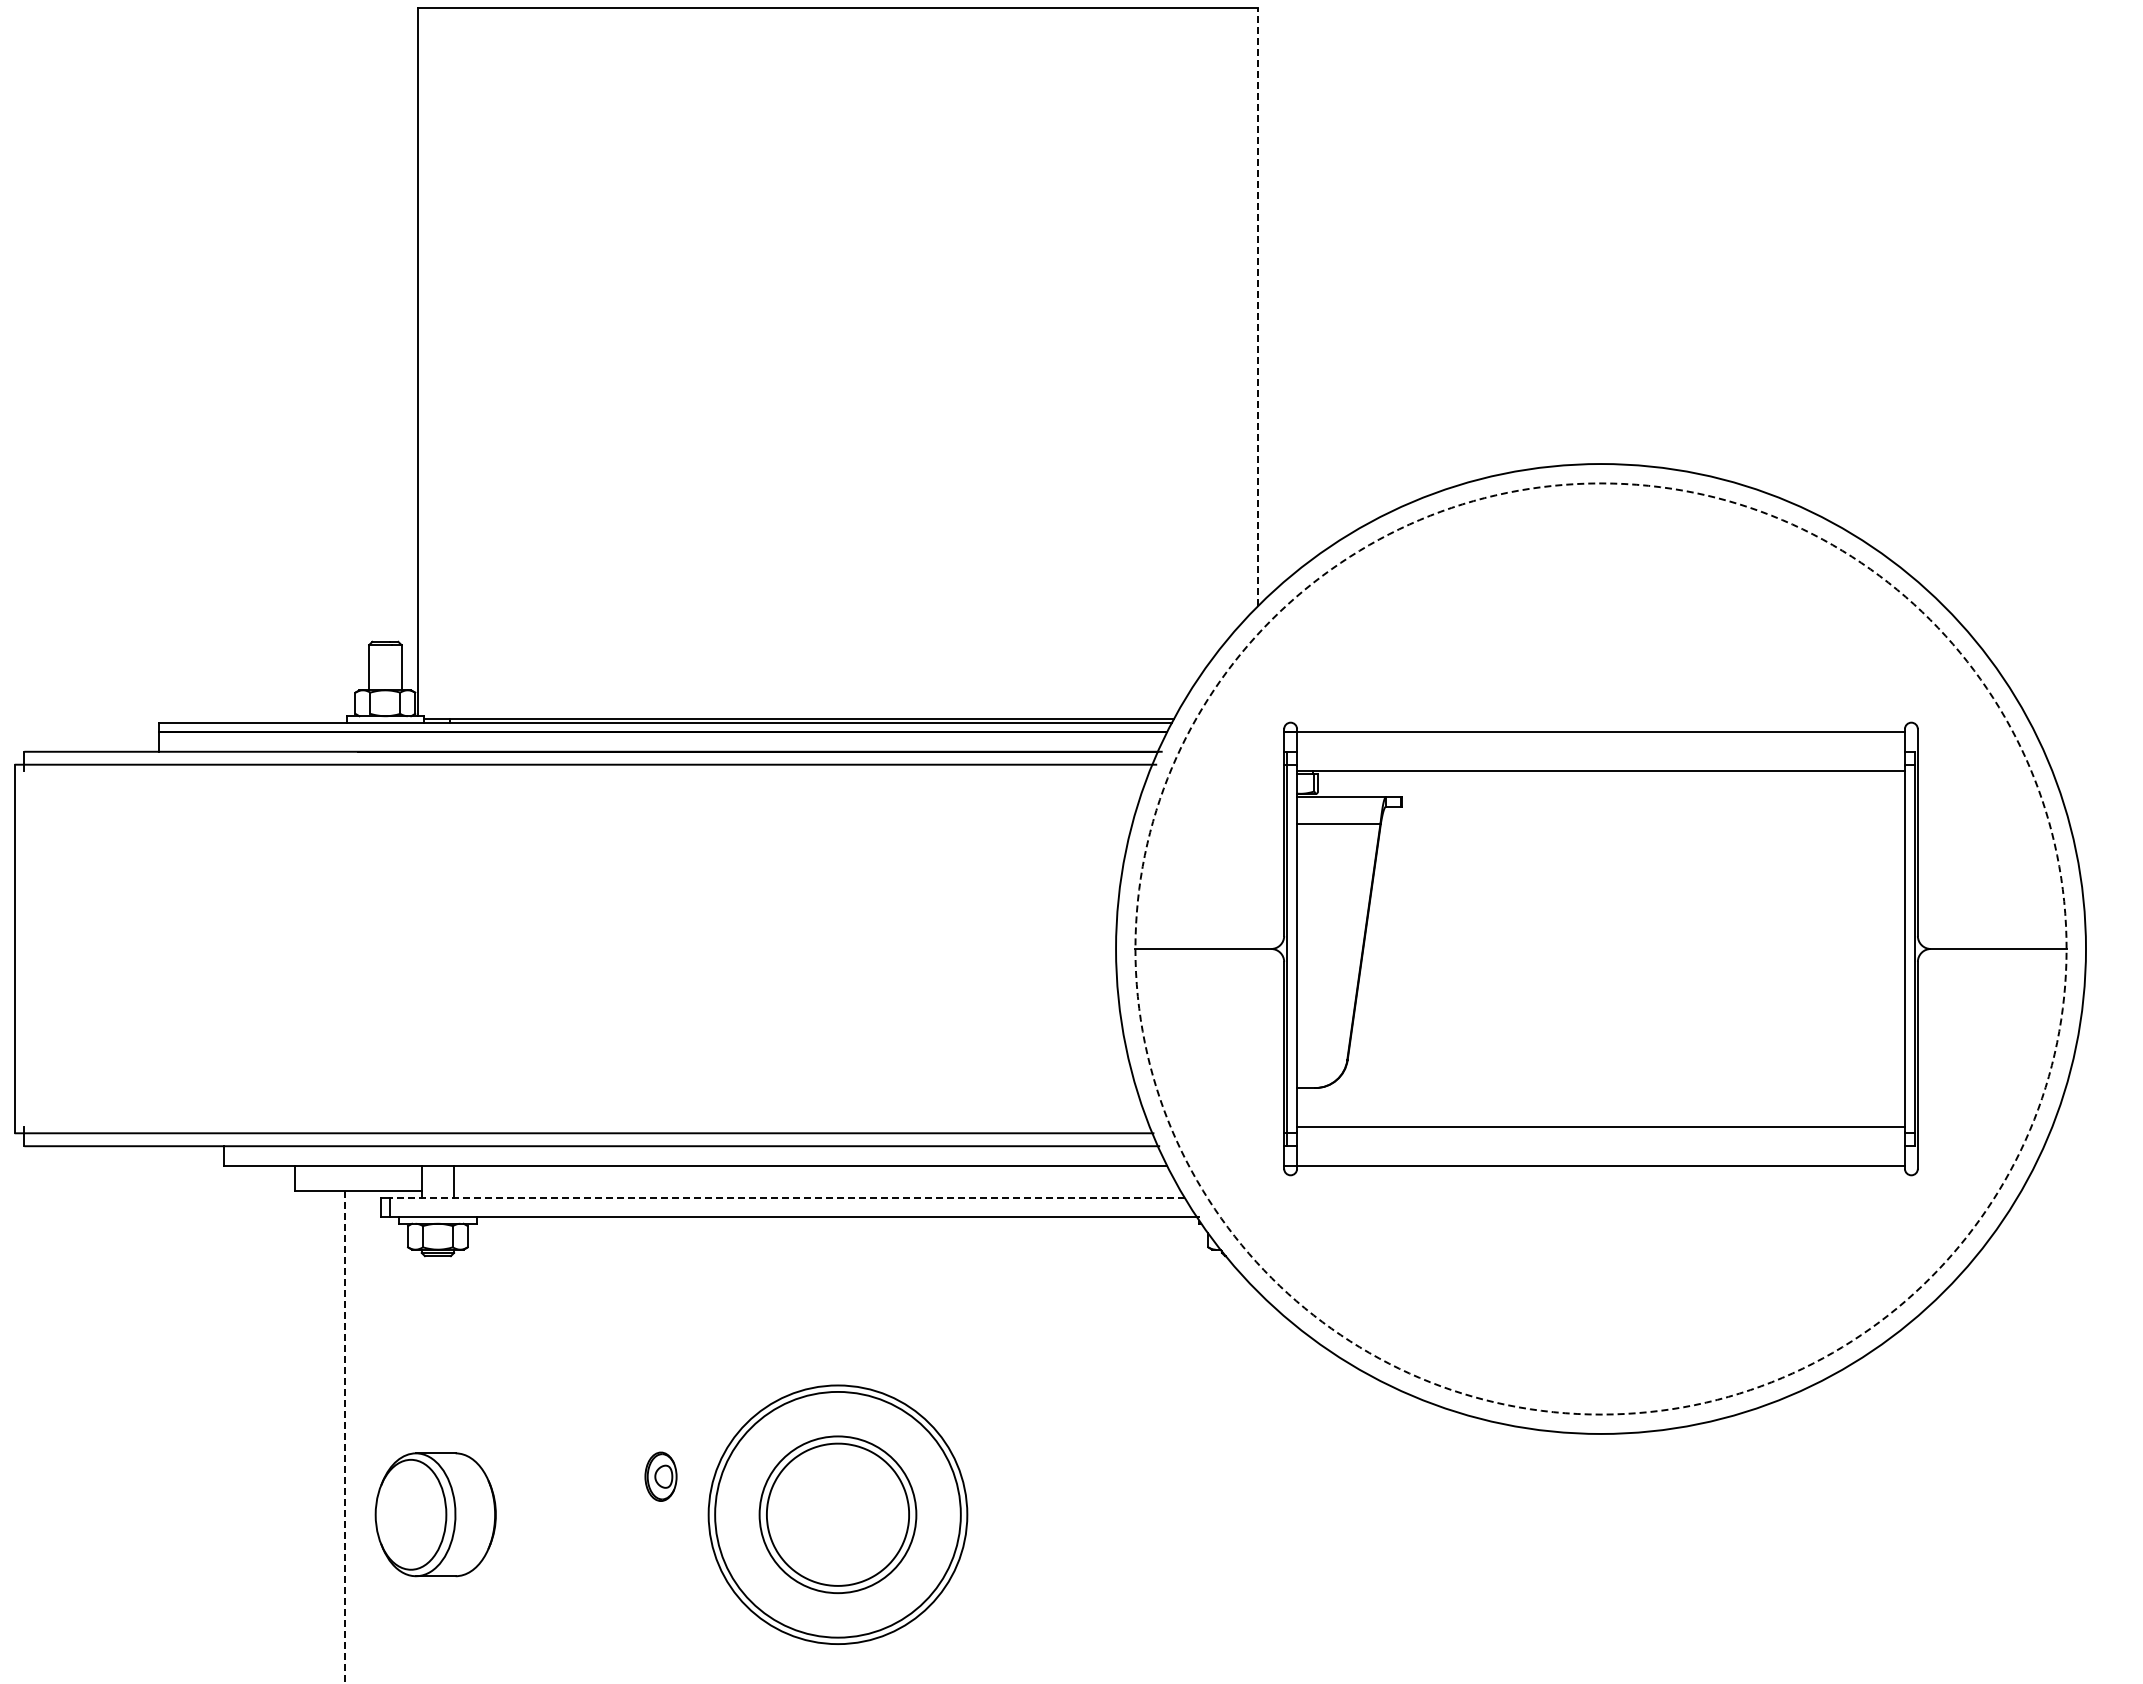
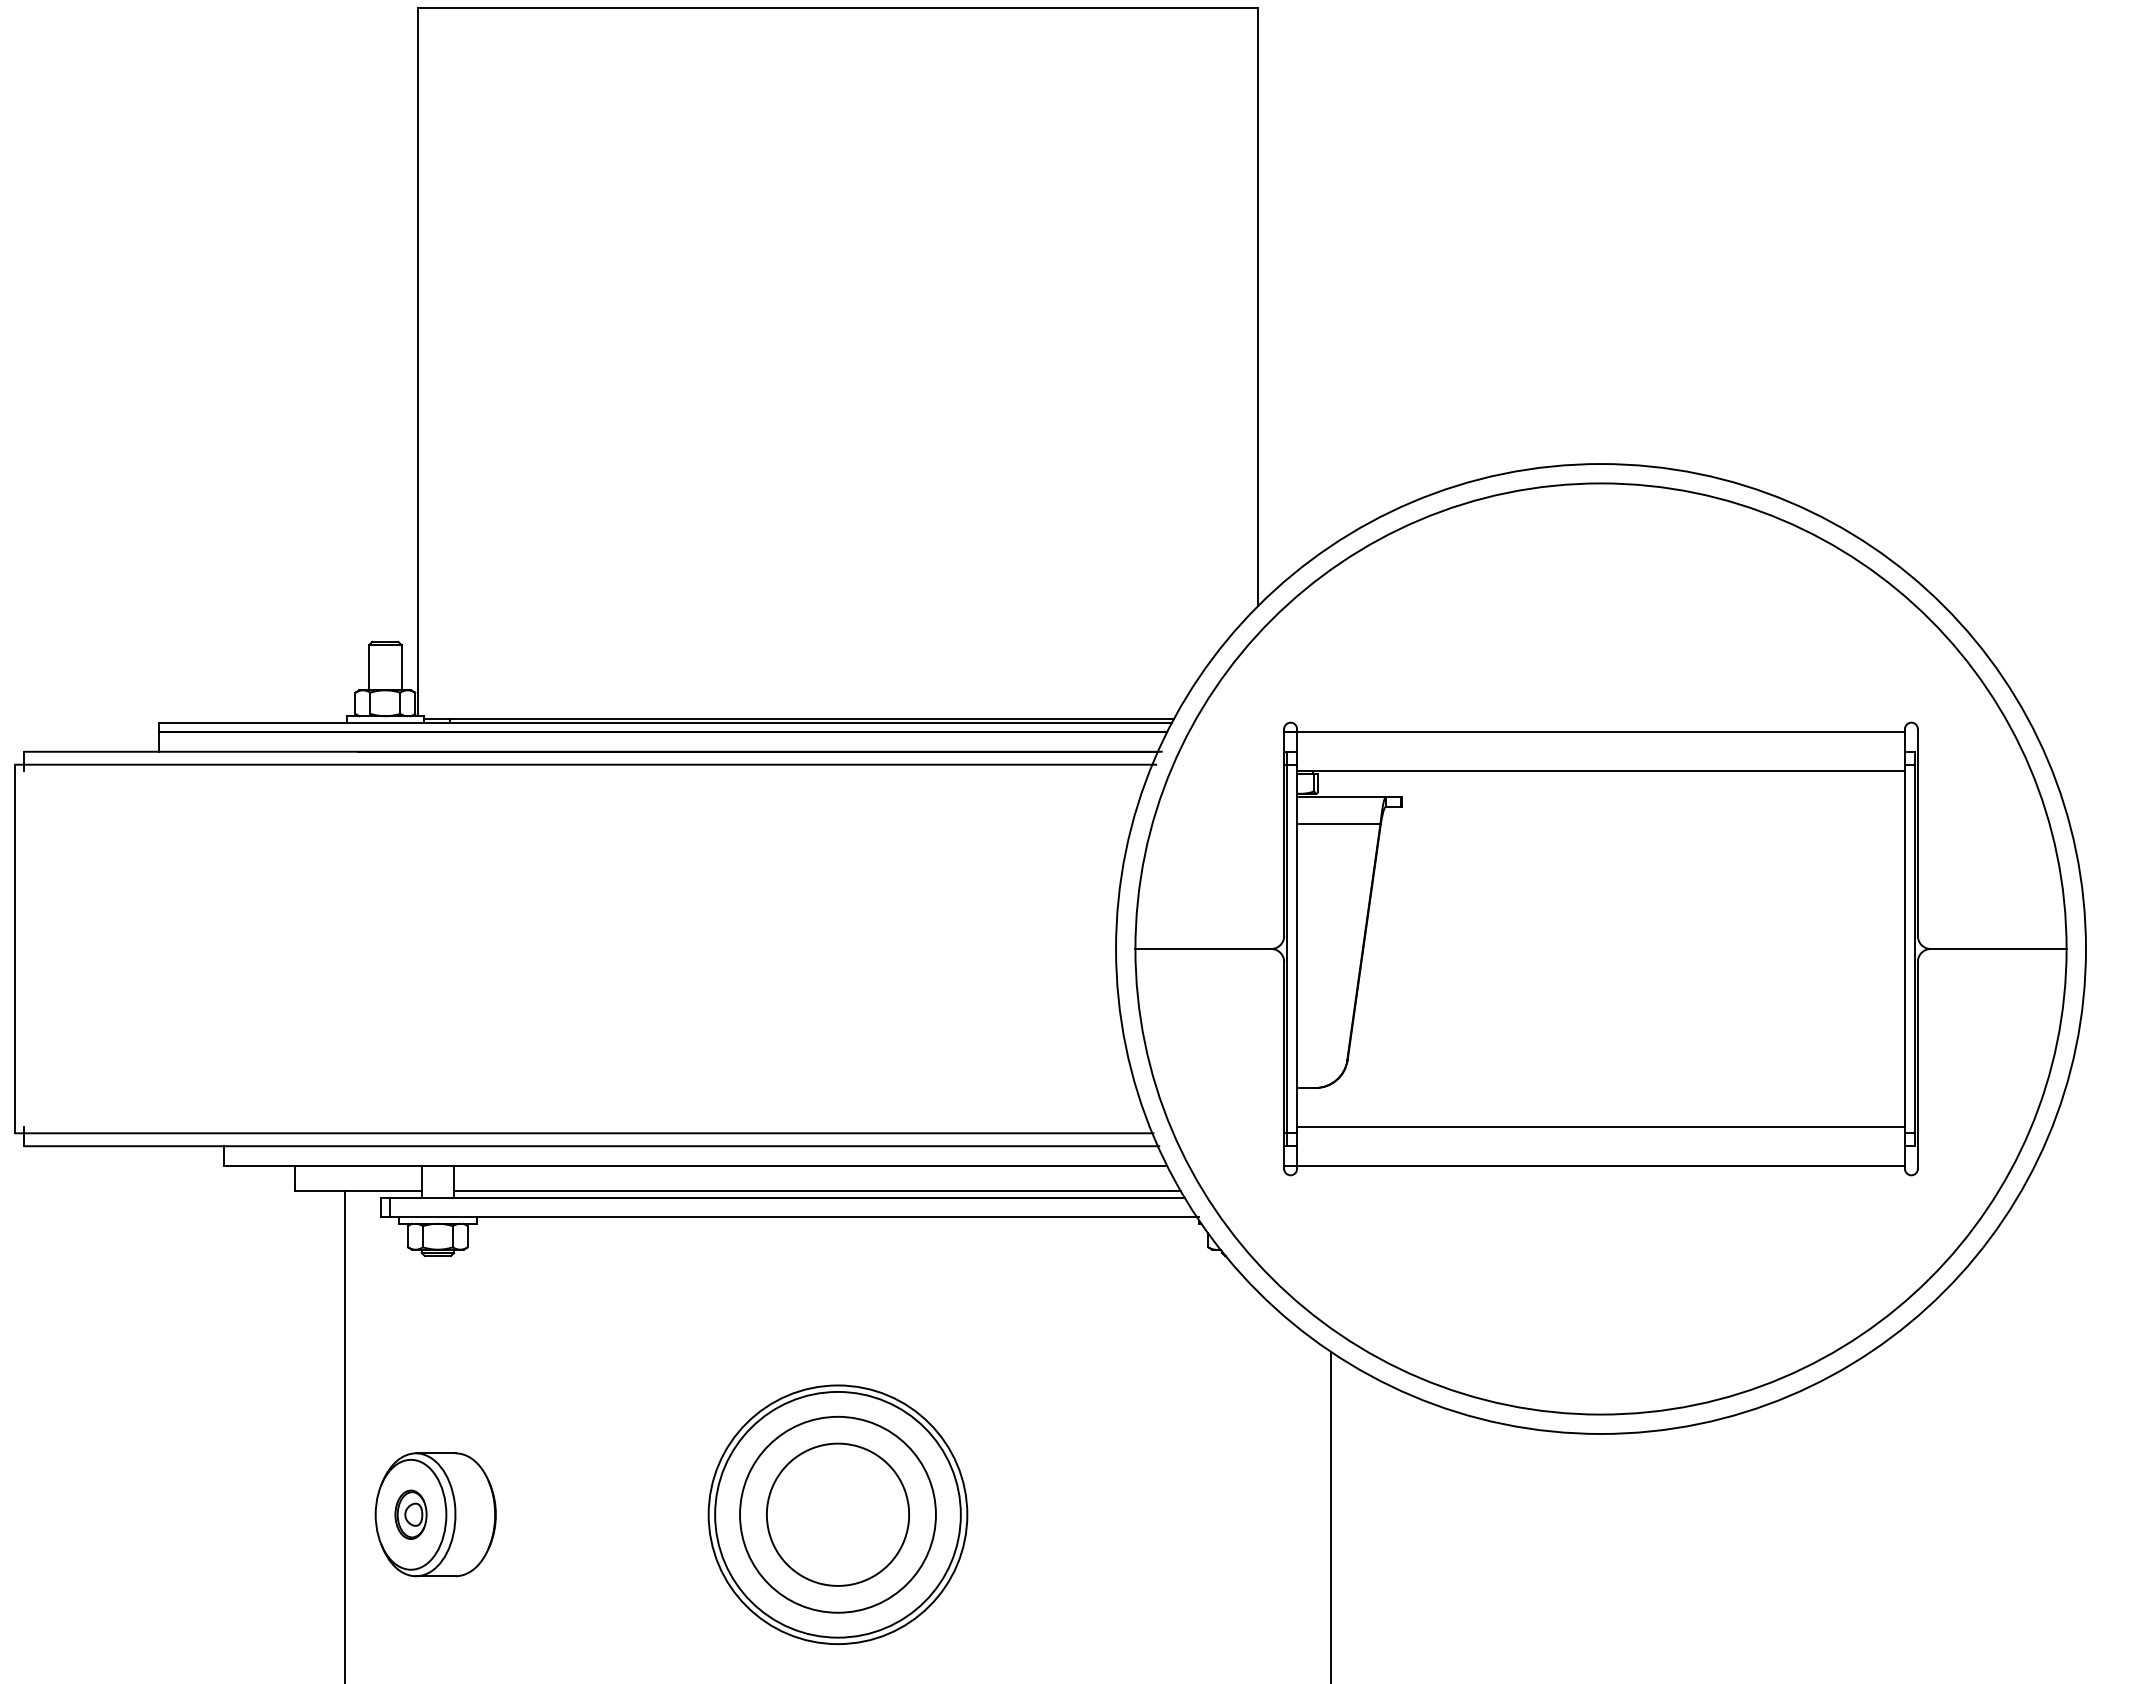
line at (1258, 306): dashed -> solid
circle at (1600, 948): dashed -> solid
line at (817, 1191): none -> present
line at (787, 1197): dashed -> solid
line at (345, 1437): dashed -> solid
part at (660, 1476) position: (660, 1476) -> (410, 1514)
circle at (837, 1514) diameter: 157 px -> 196 px
line at (1330, 1515): none -> present
